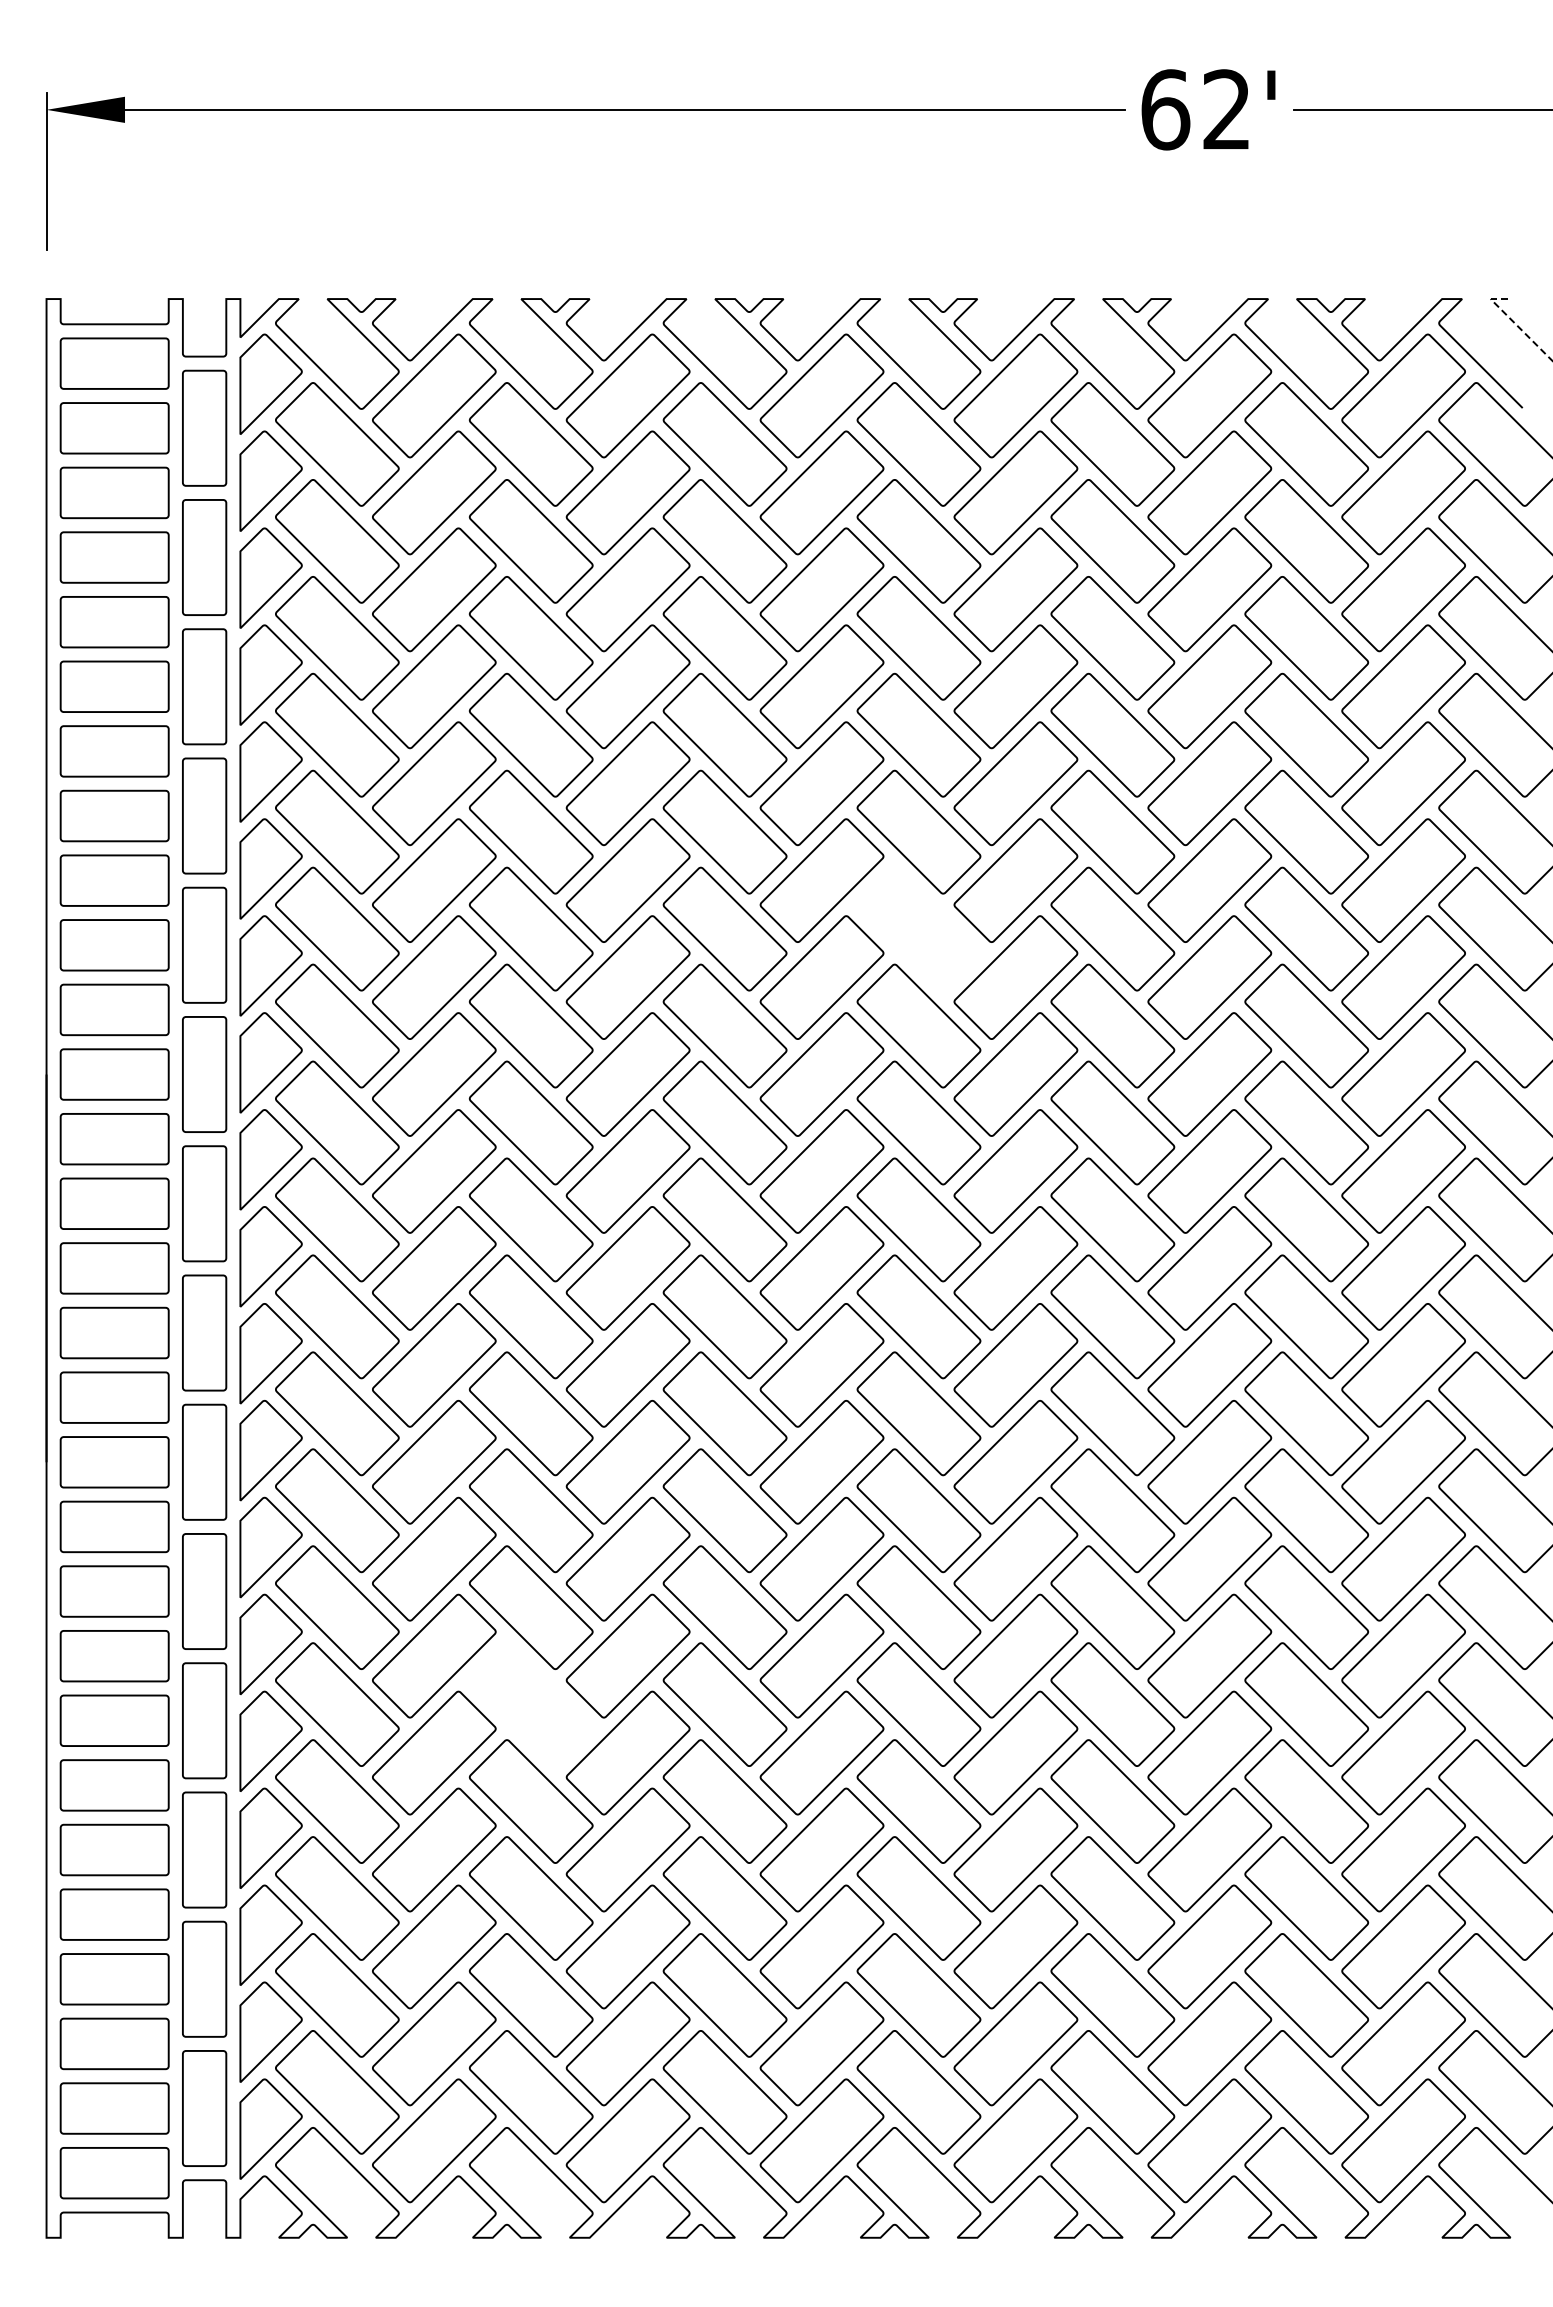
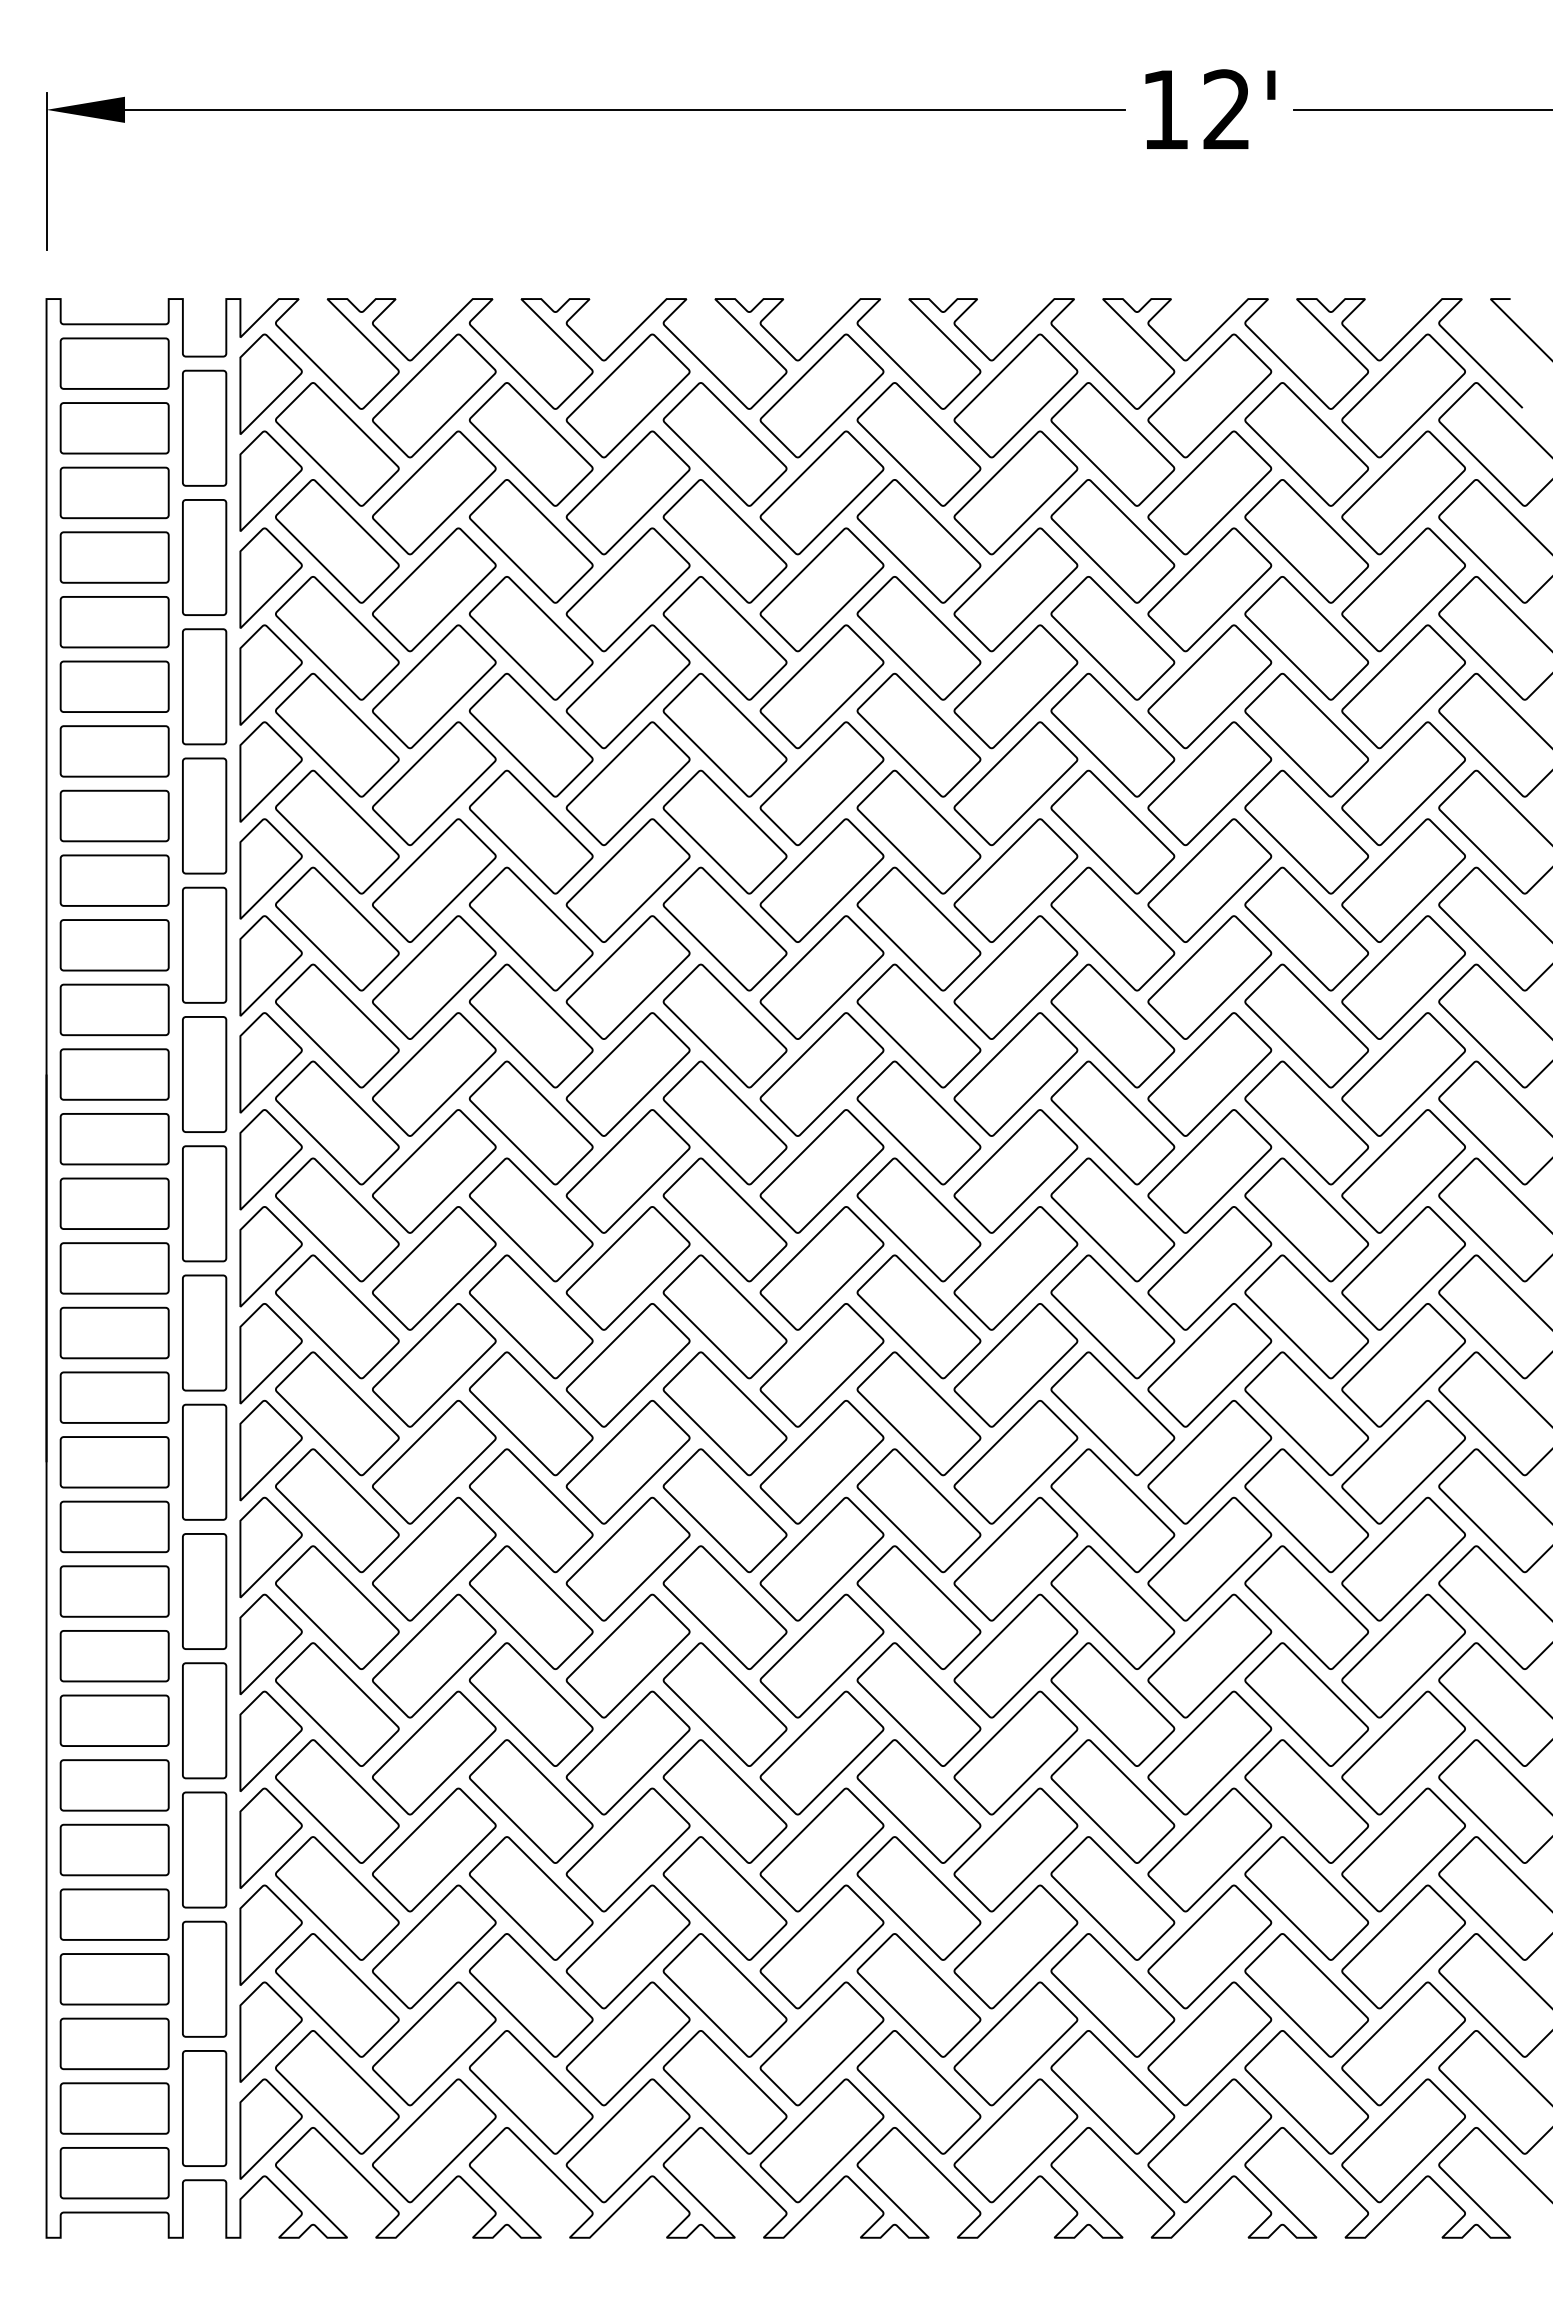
text at (1165, 109): 62' -> 12'
line at (1513, 322): dashed -> solid
part at (918, 928): none -> present
part at (530, 1704): none -> present
